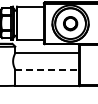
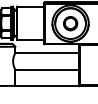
line at (47, 69): dashed -> solid
